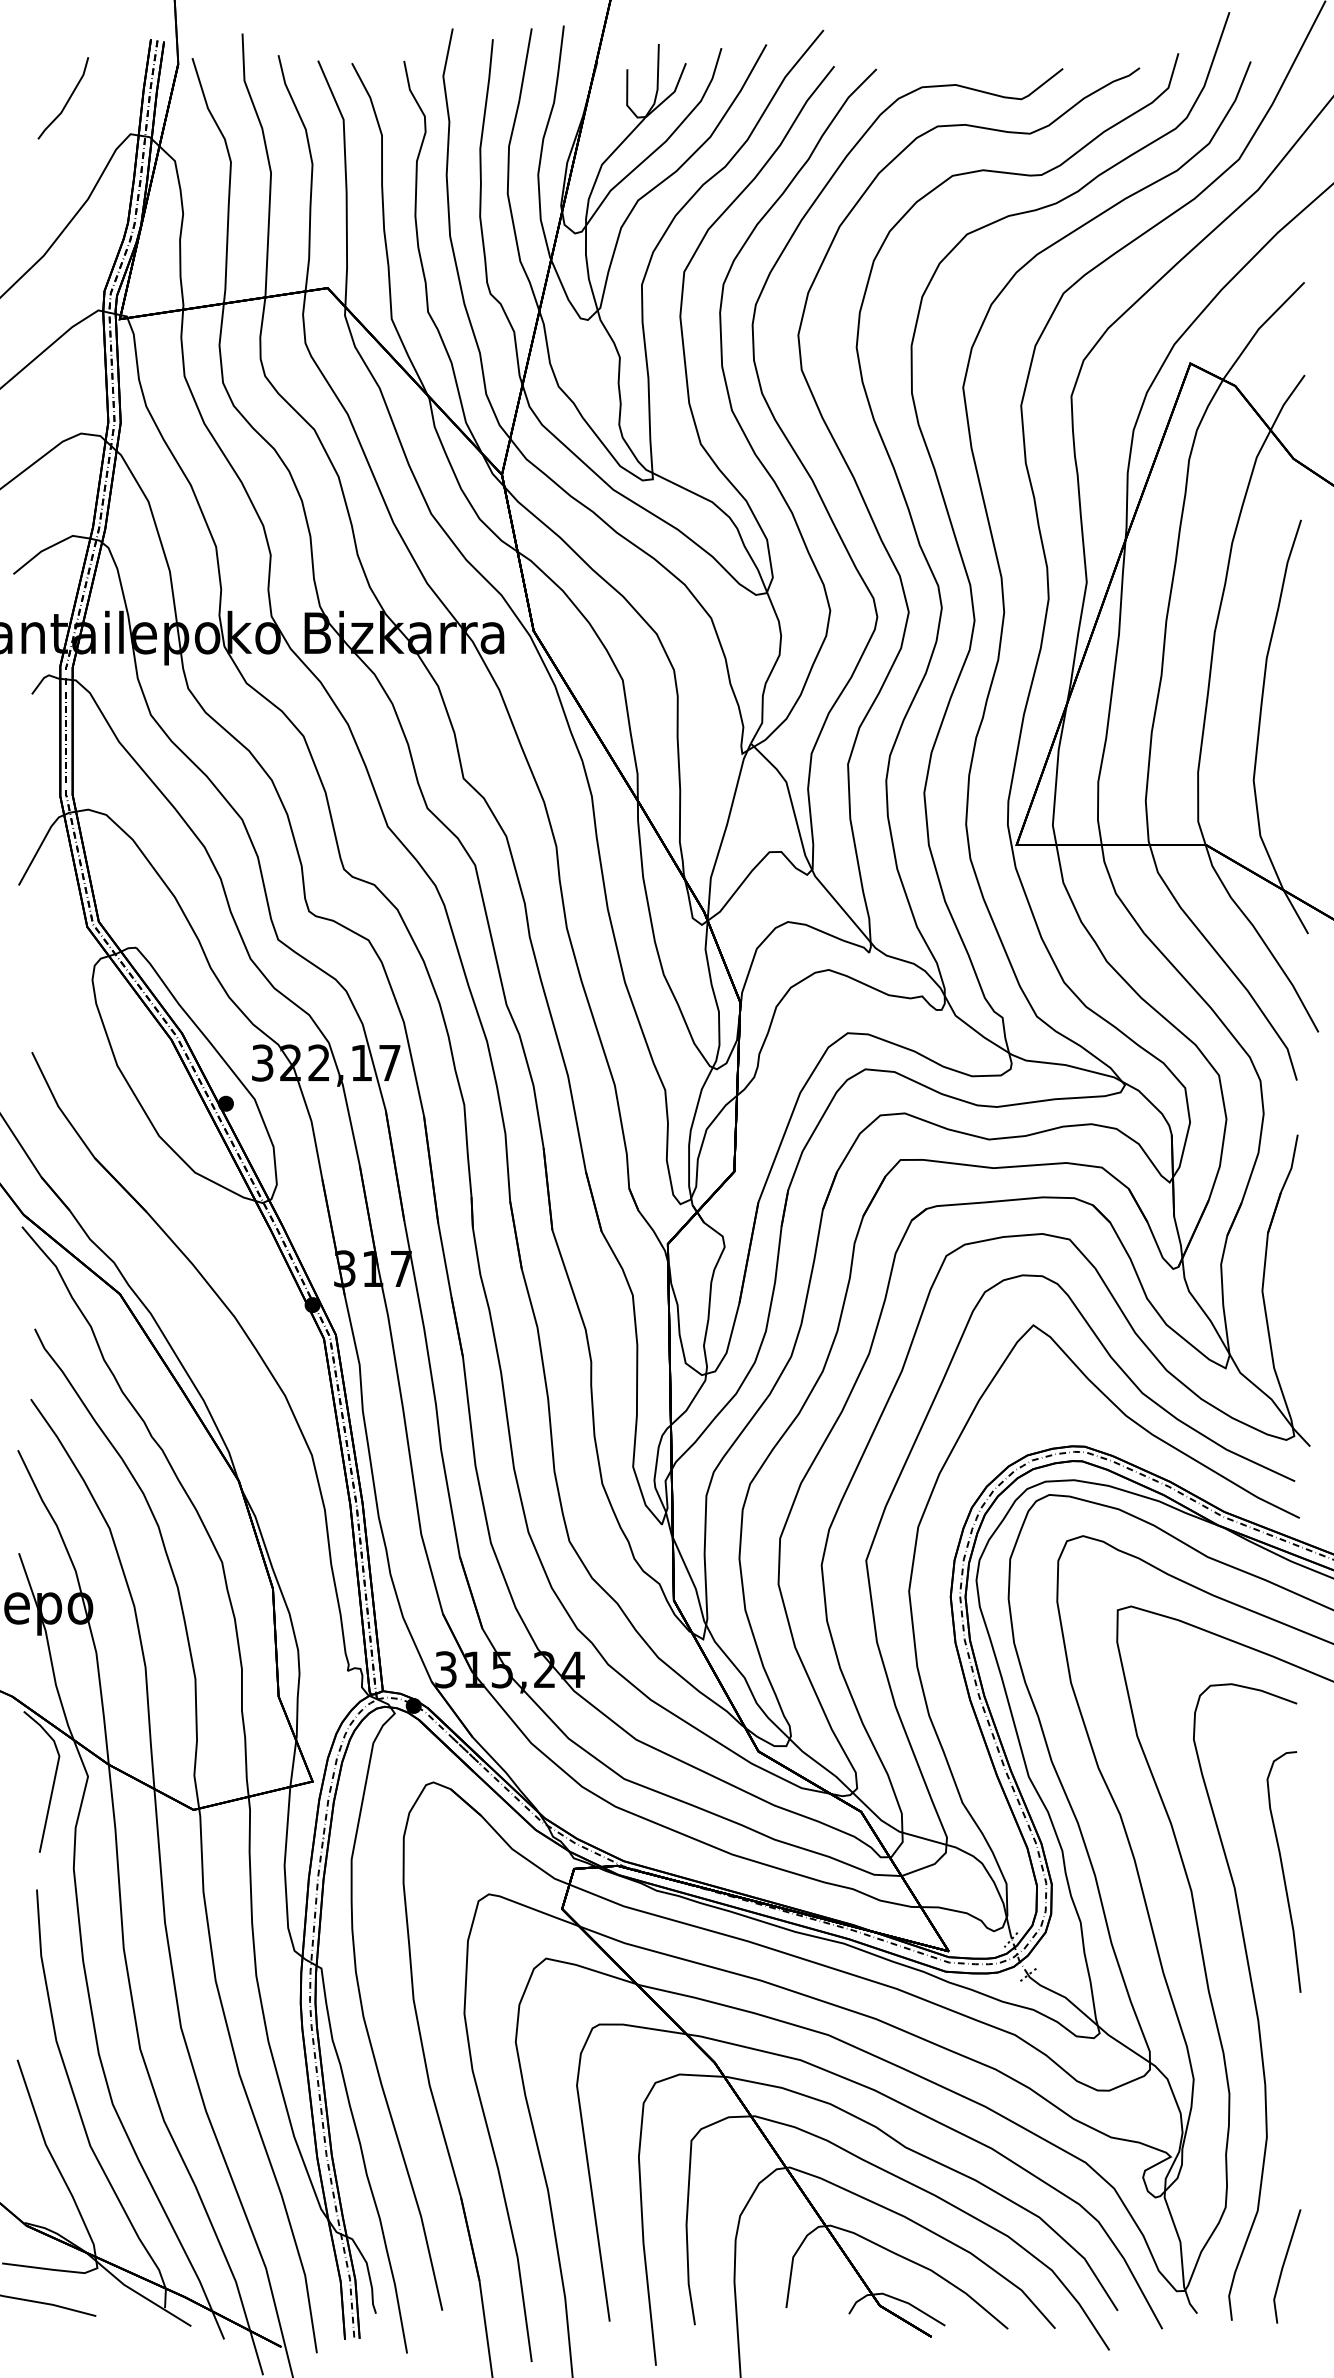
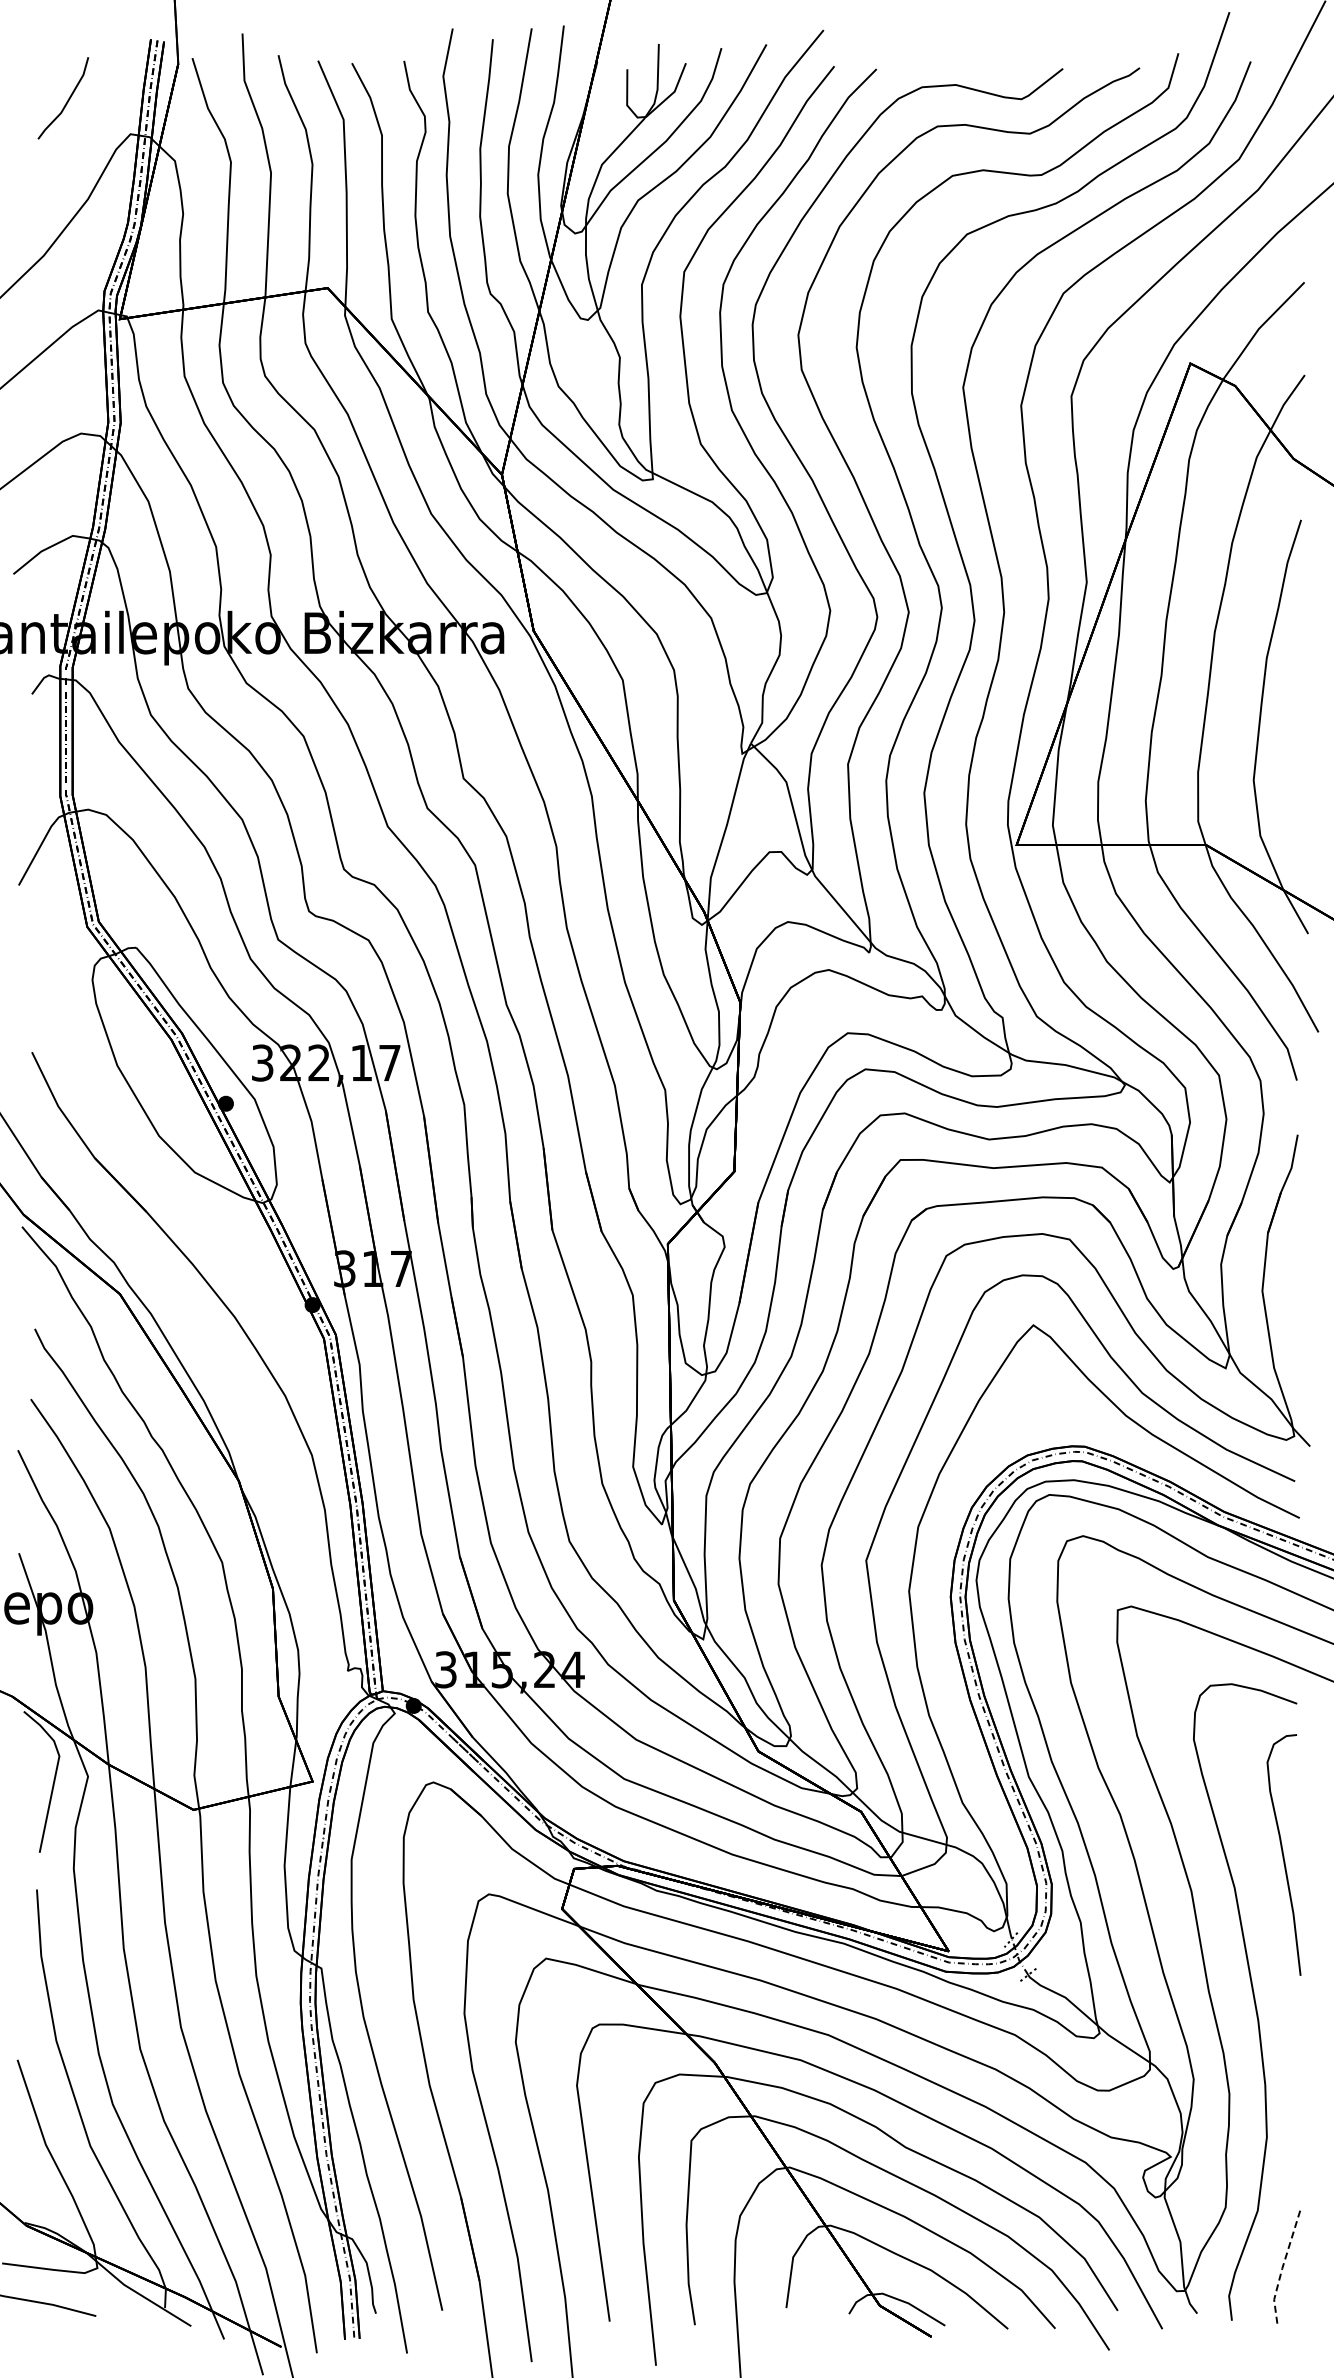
curve at (1283, 1871) position: (1283, 1871) -> (1283, 1854)
line at (1282, 2266): solid -> dashed
